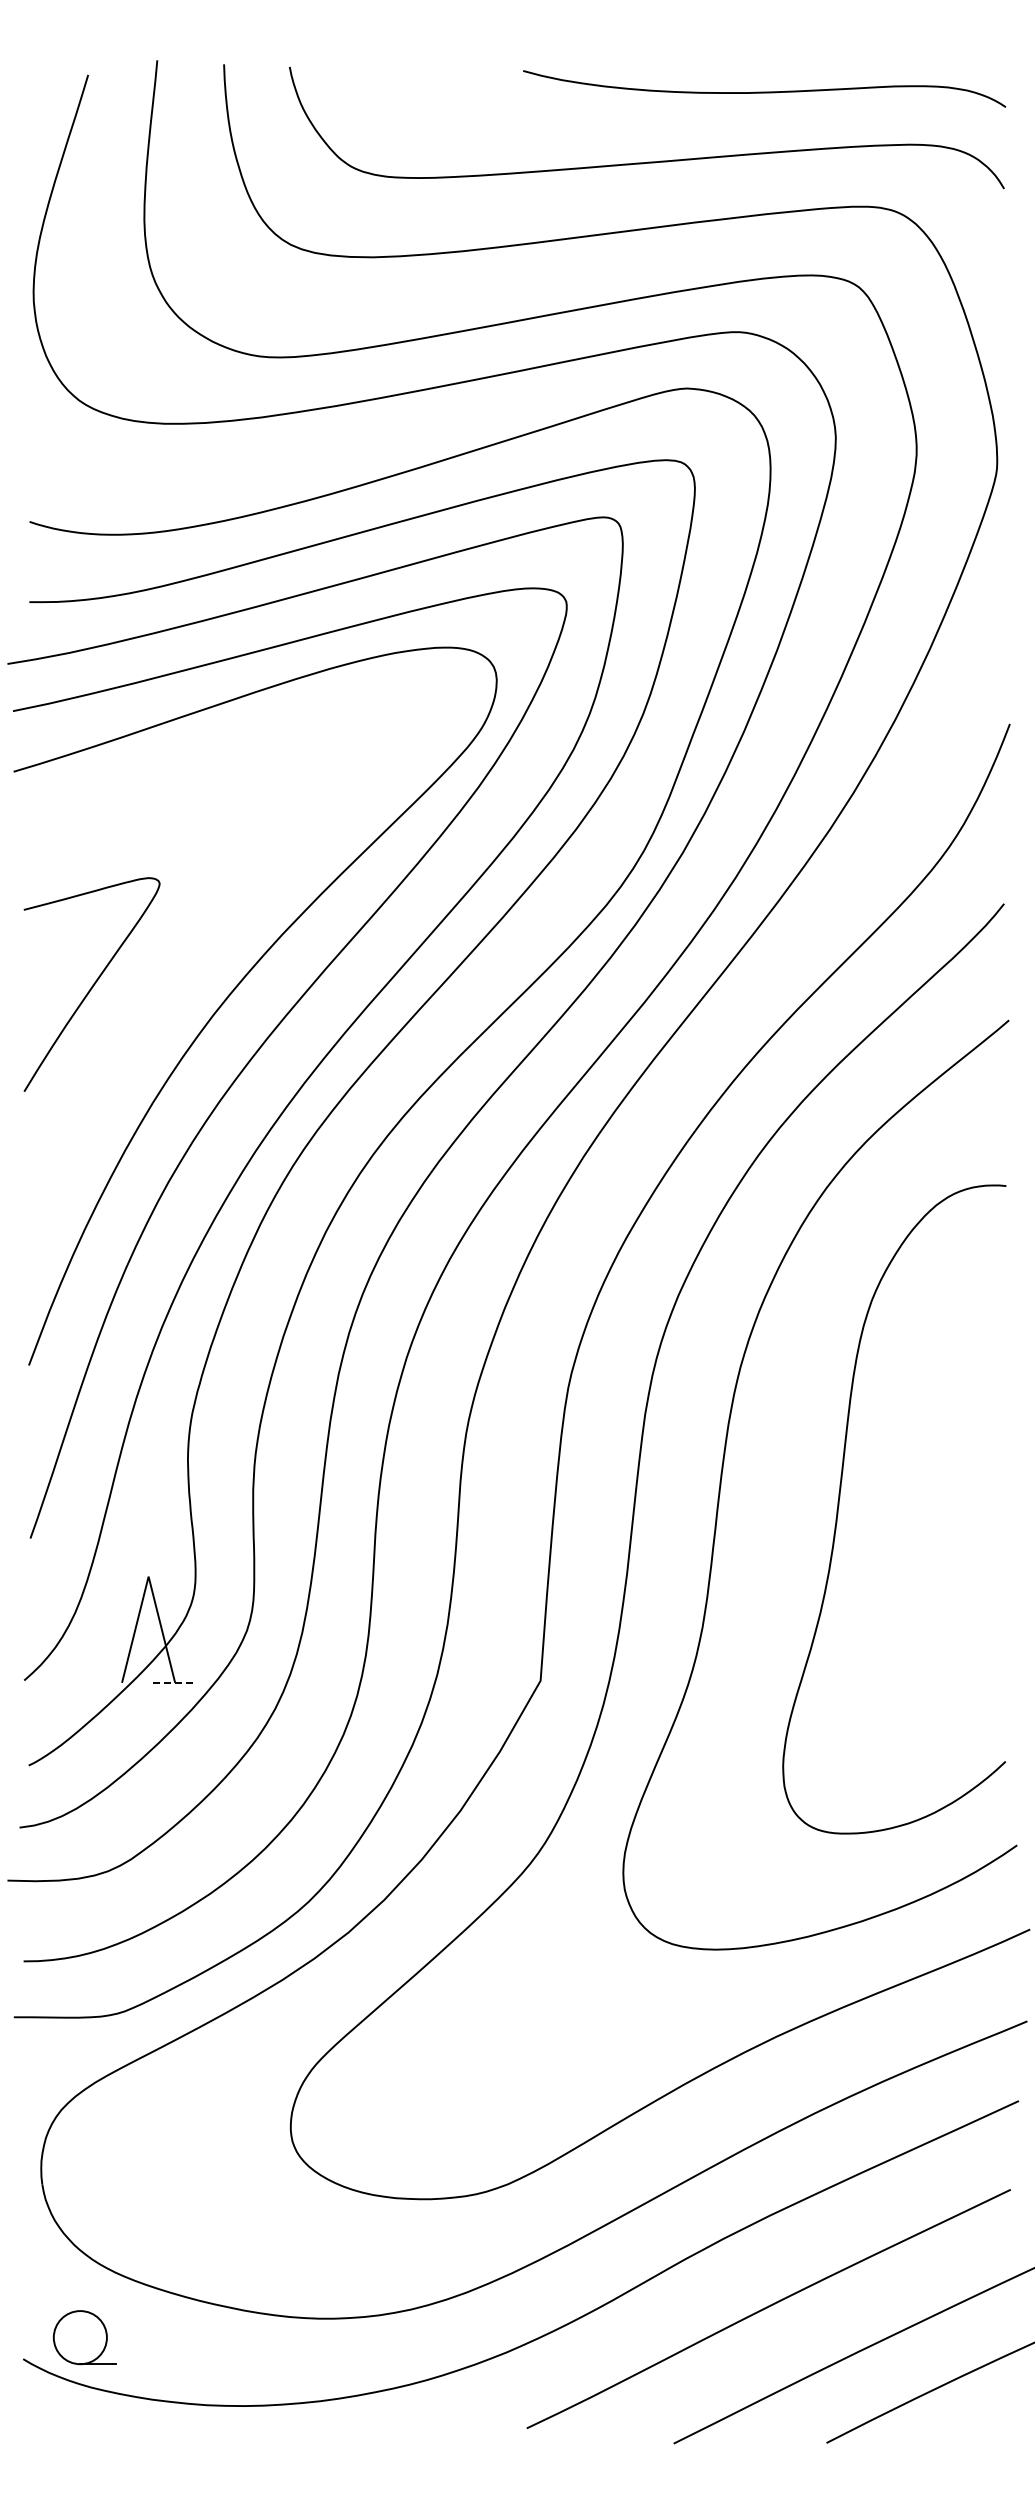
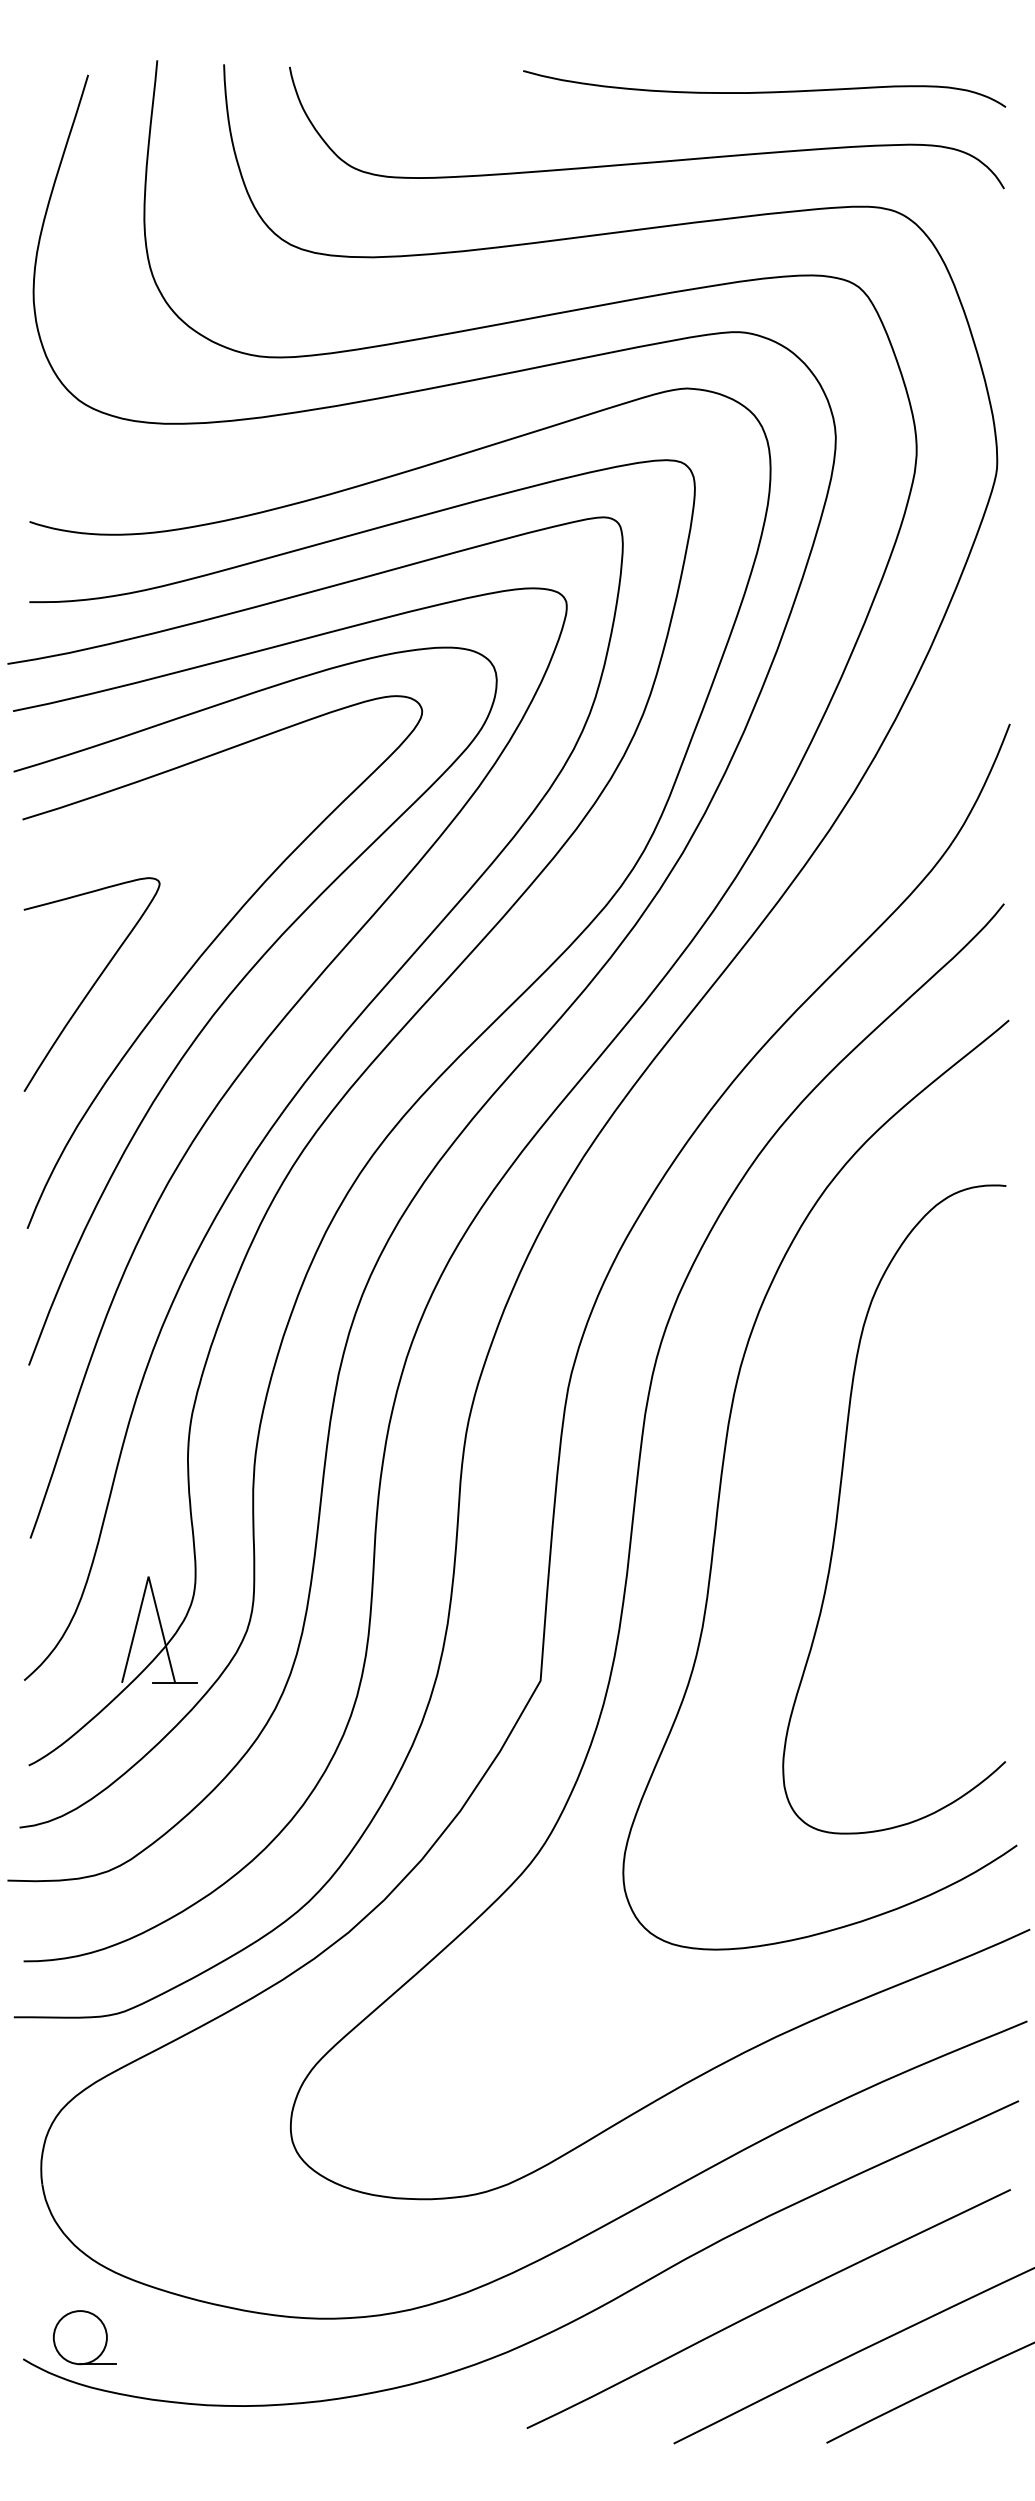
curve at (206, 951): none -> present
line at (175, 1682): dashed -> solid
